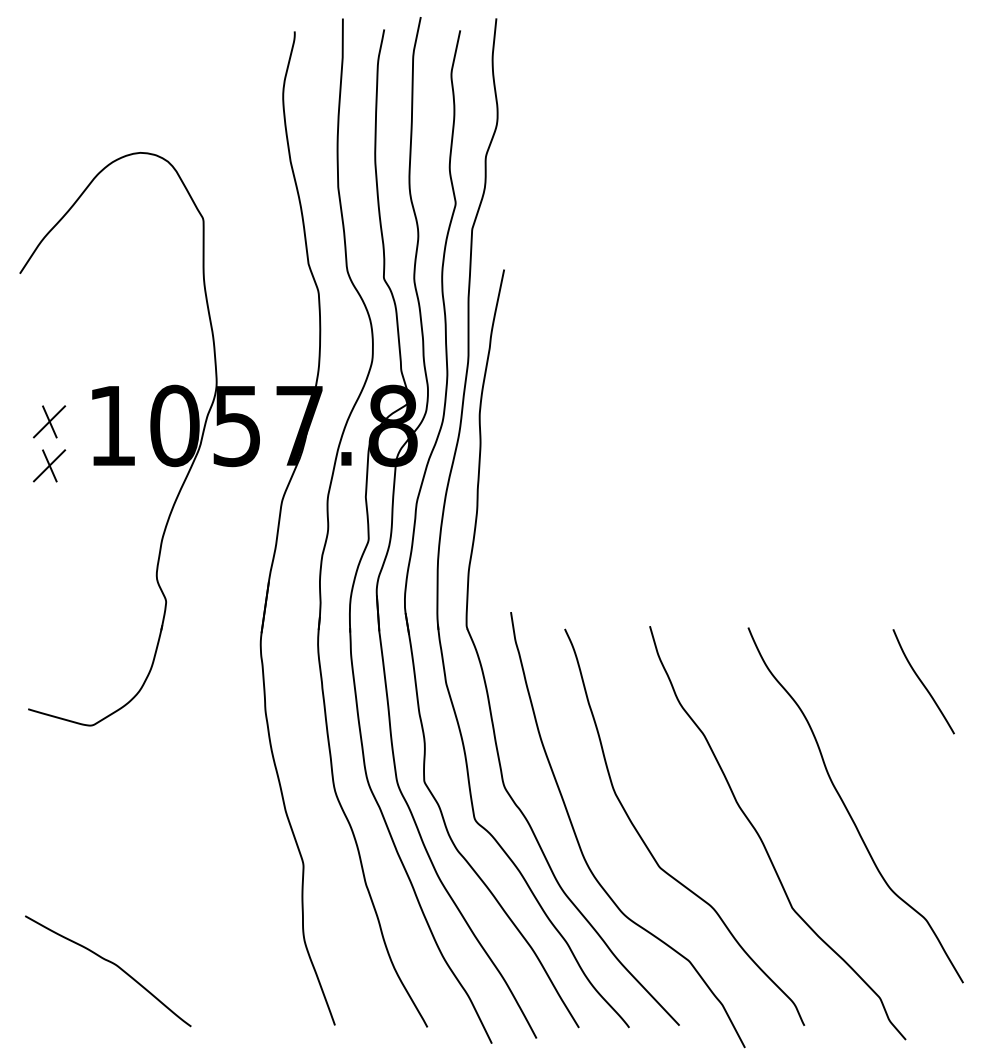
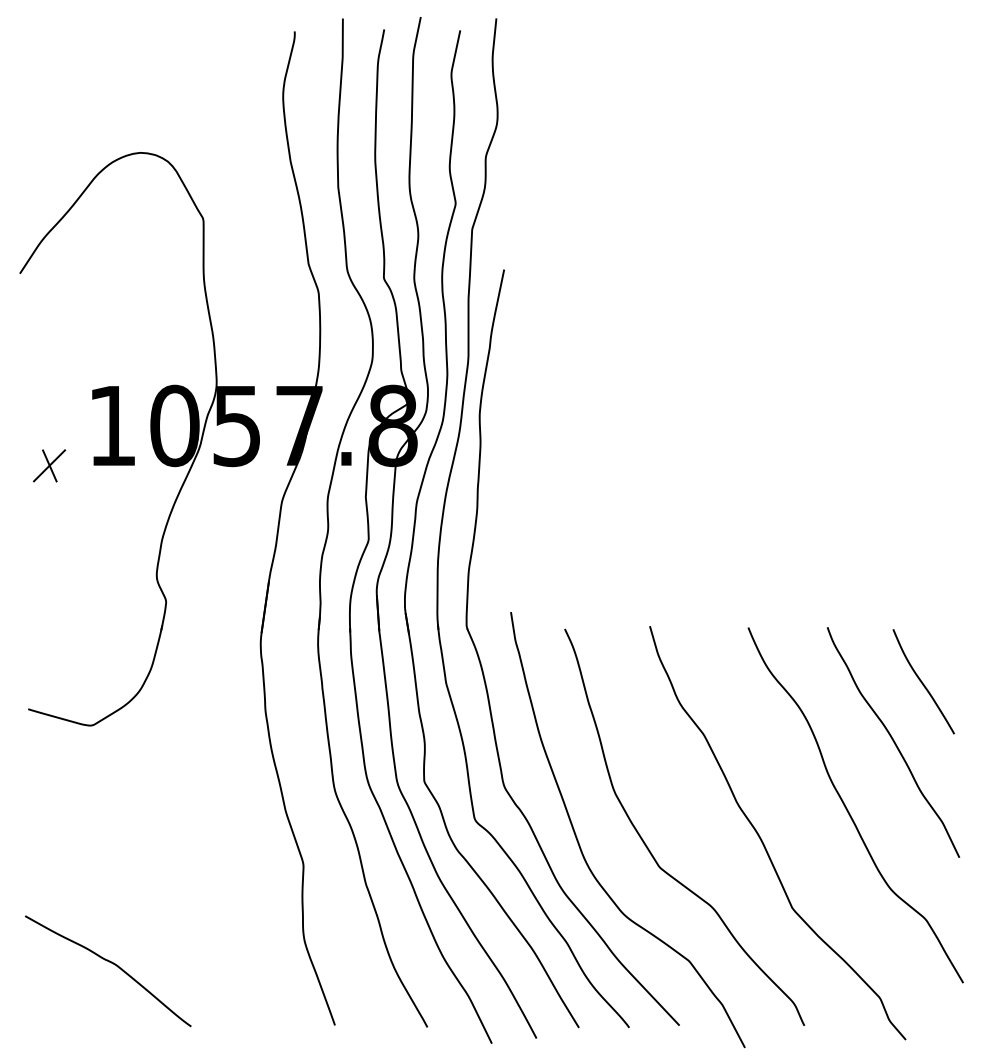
part at (49, 421): present -> none
curve at (893, 742): none -> present
